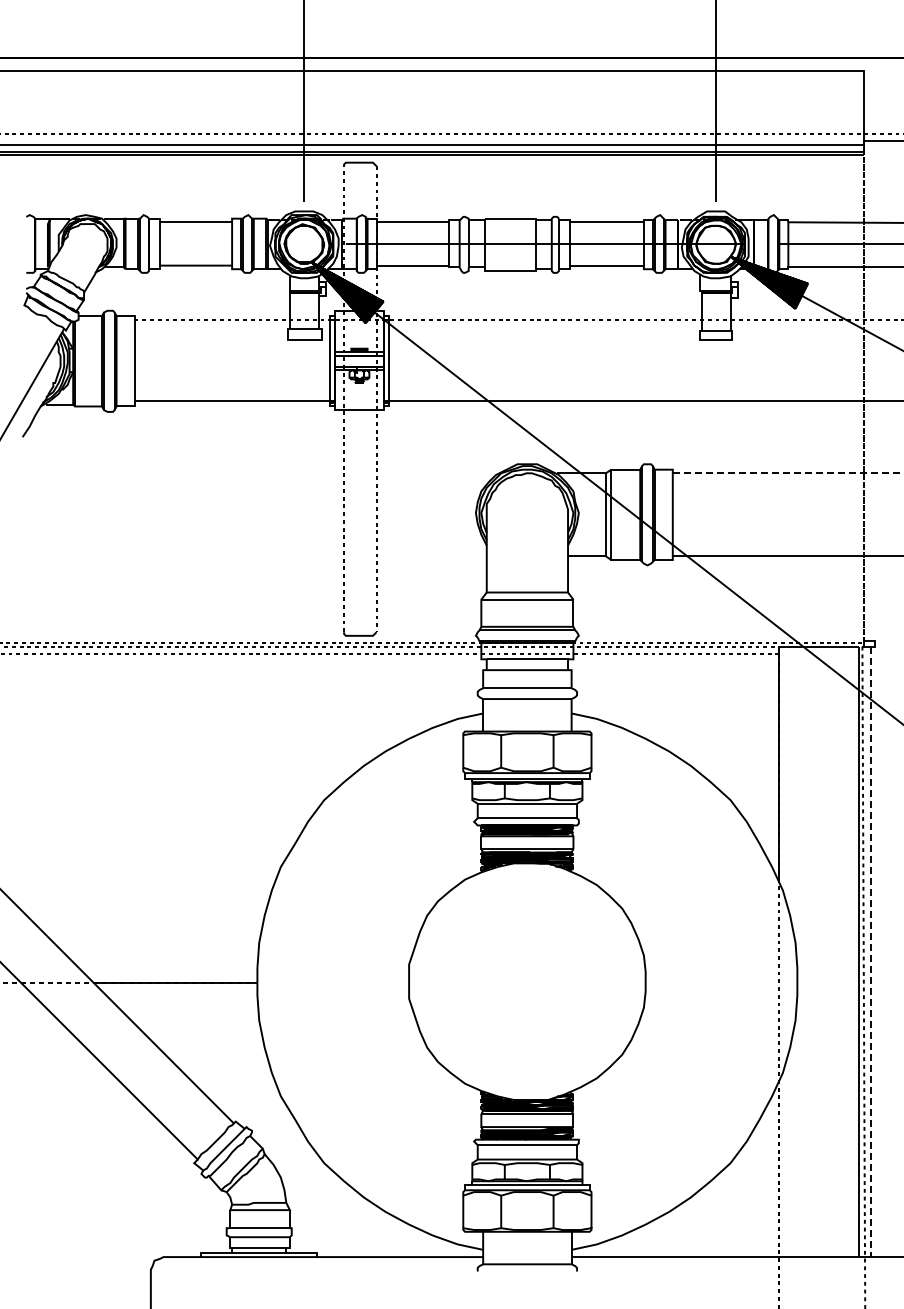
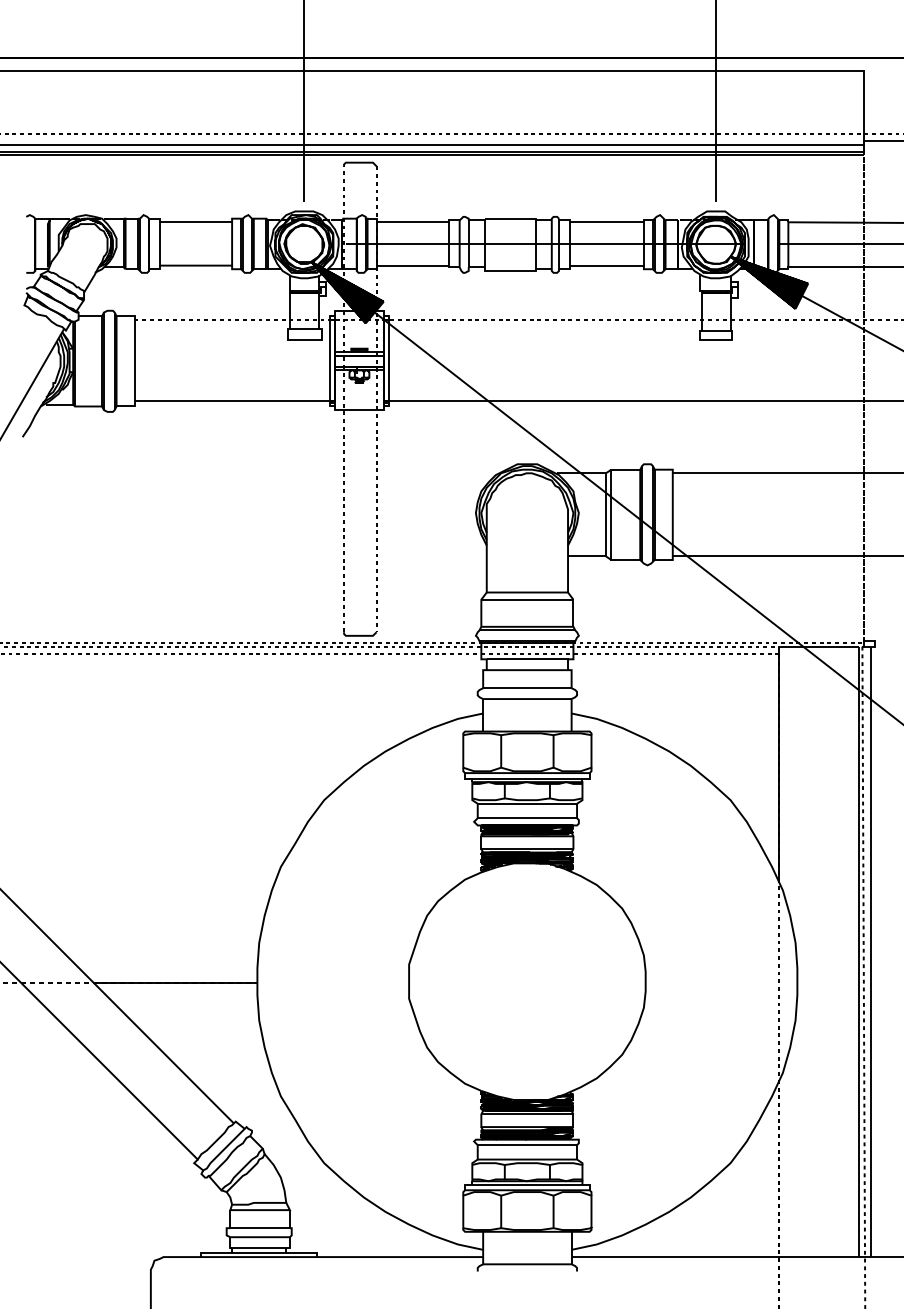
line at (788, 473): dashed -> solid
line at (871, 952): dashed -> solid
